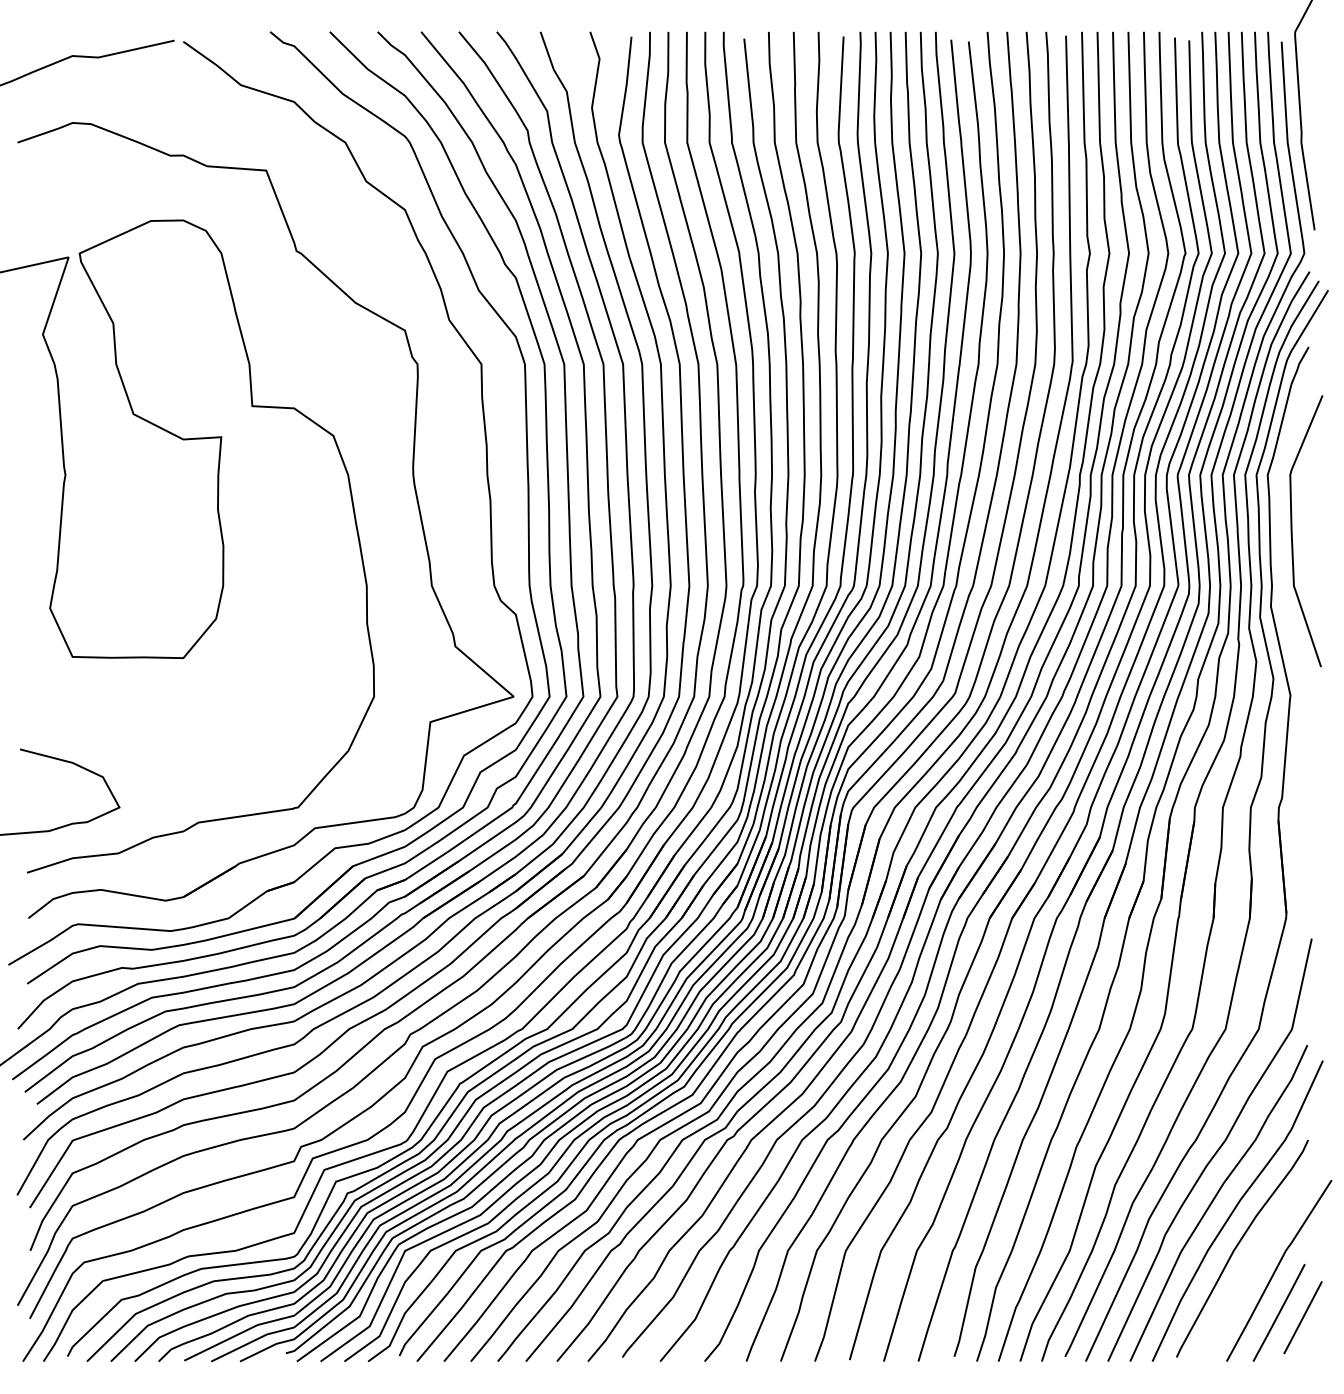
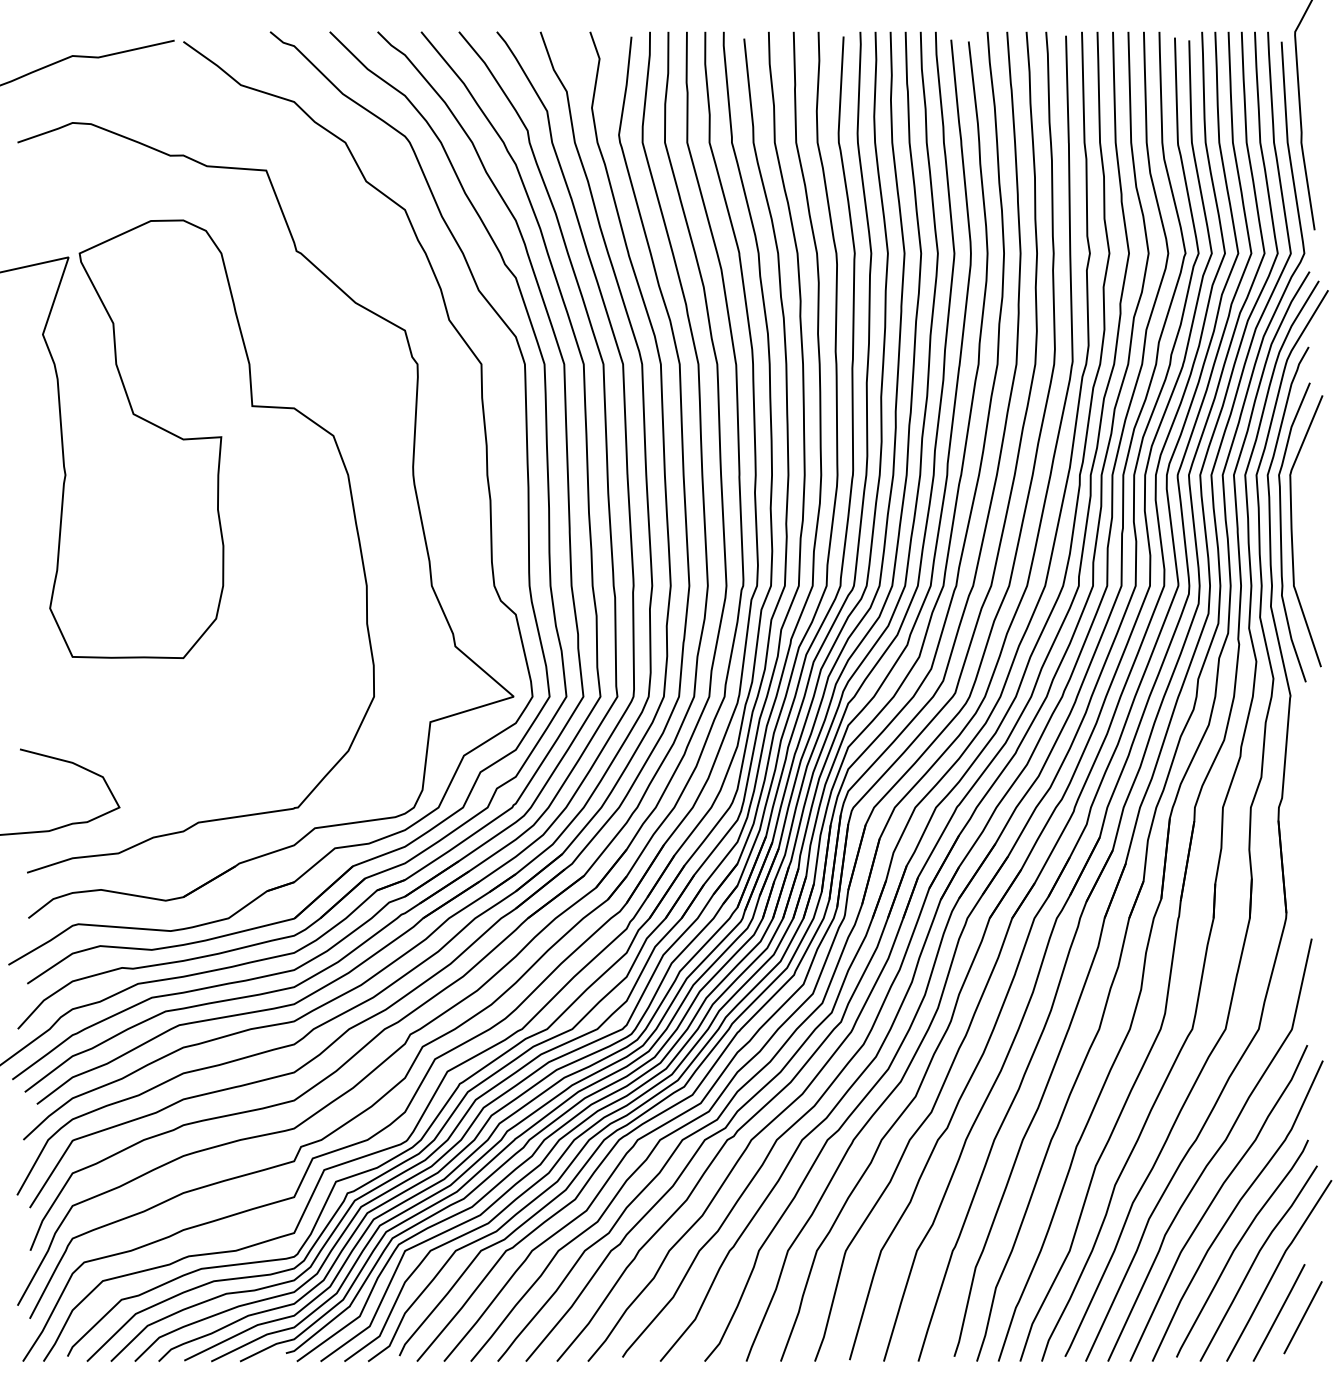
curve at (1281, 532): none -> present
curve at (1255, 1261): none -> present
